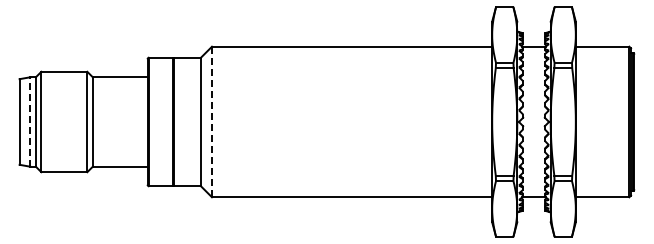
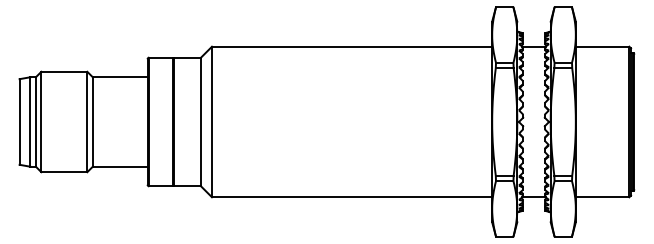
line at (30, 121): dashed -> solid
line at (211, 121): dashed -> solid
